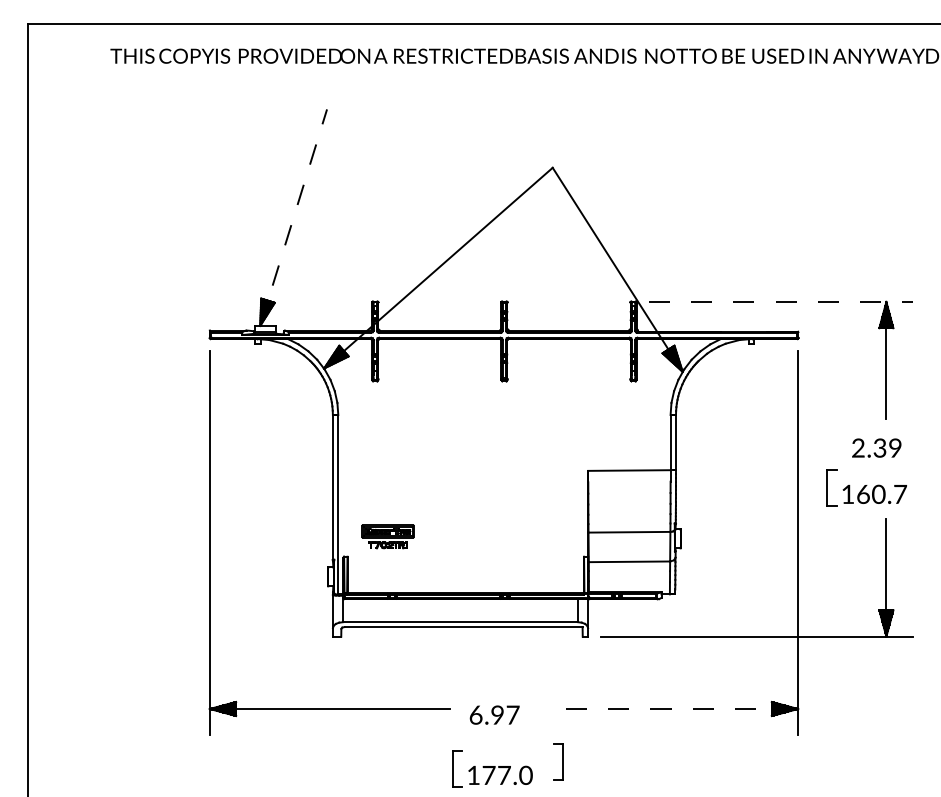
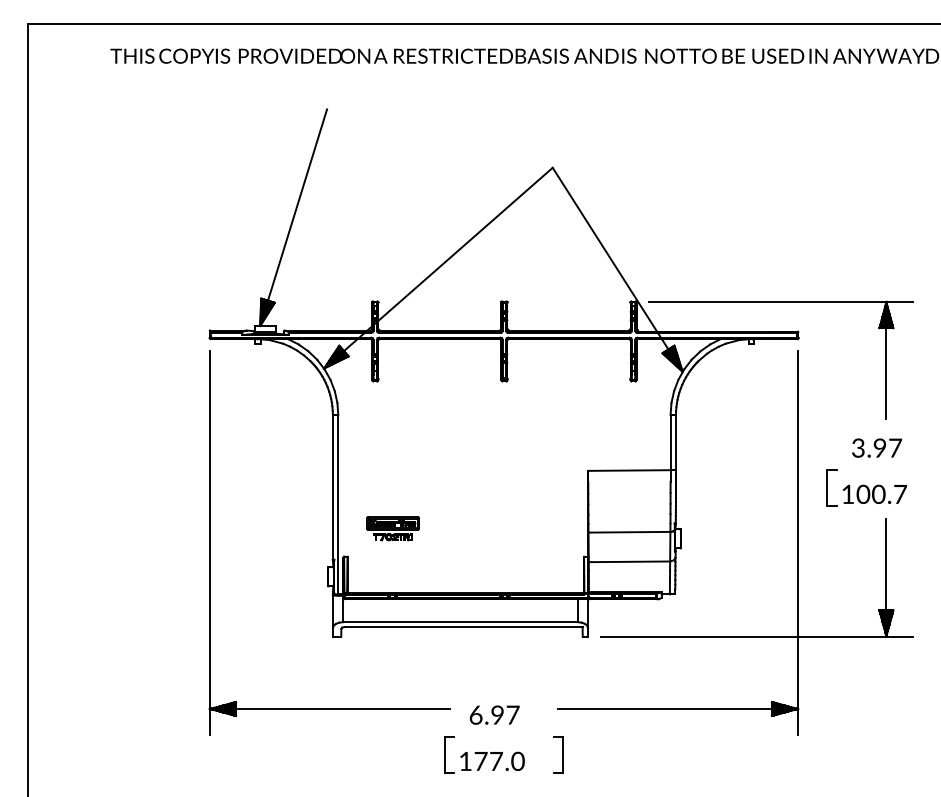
line at (293, 217): dashed -> solid
line at (780, 301): dashed -> solid
text at (877, 447): 2.39 -> 3.97
text at (863, 493): 160.7 -> 100.7
part at (387, 536) position: (387, 536) -> (392, 528)
line at (677, 709): dashed -> solid
part at (558, 761) position: (558, 761) -> (558, 754)
part at (492, 768) position: (492, 768) -> (484, 754)
